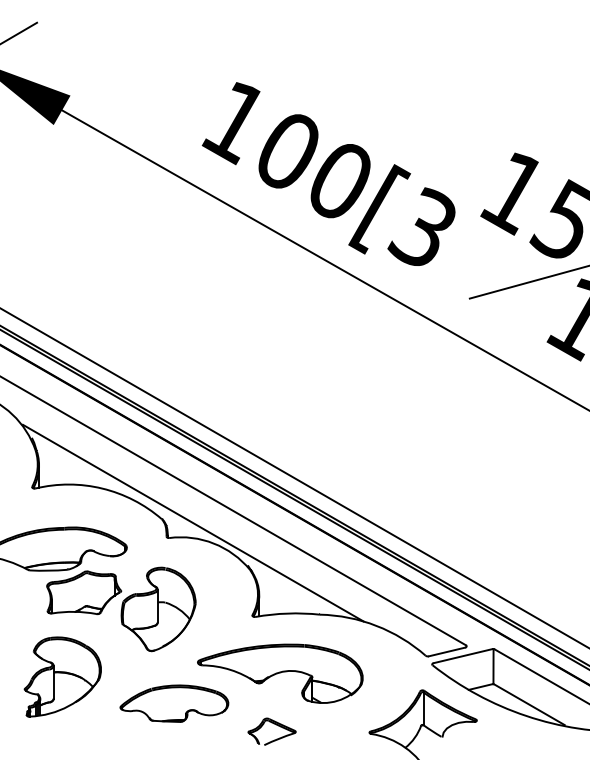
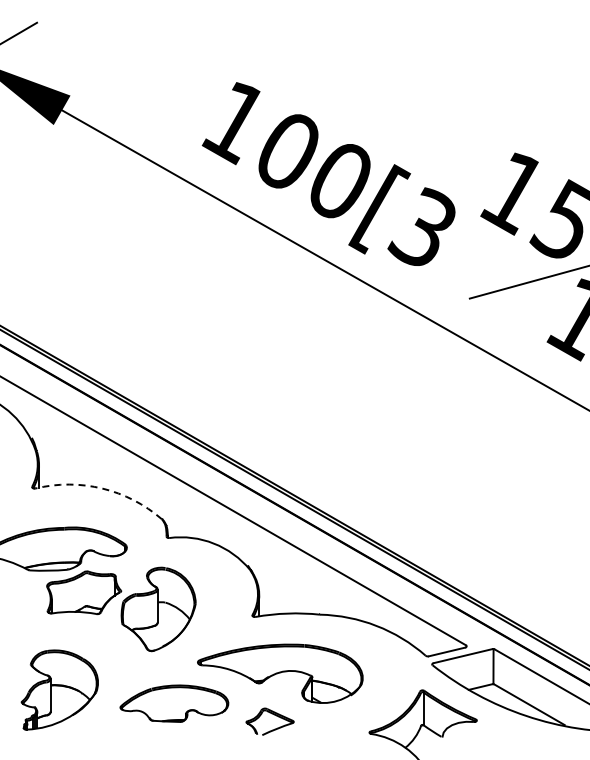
line at (294, 477): present -> none
arc at (102, 488): solid -> dashed
line at (192, 522): present -> none
part at (62, 676) position: (62, 676) -> (59, 689)
part at (274, 724) position: (274, 724) -> (272, 714)
